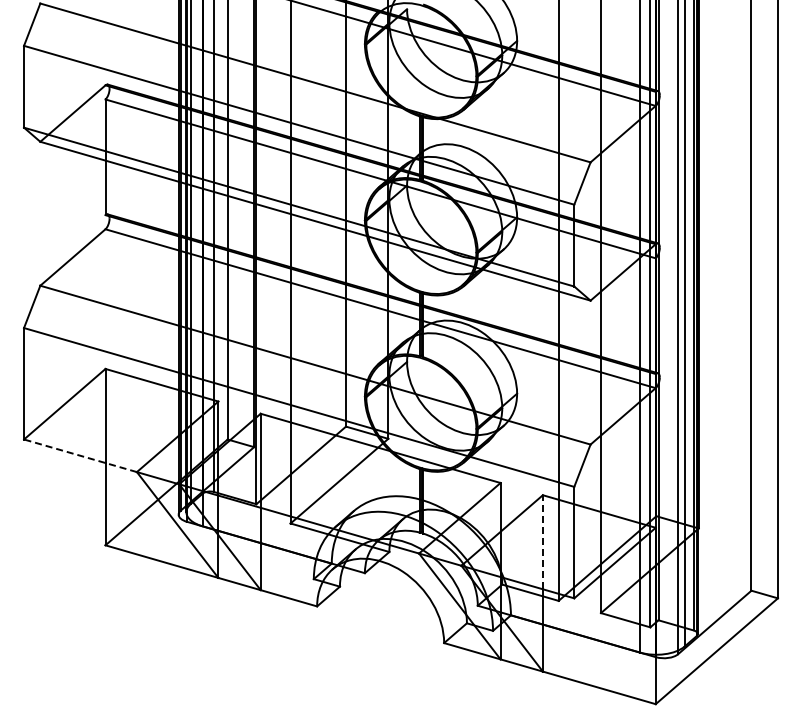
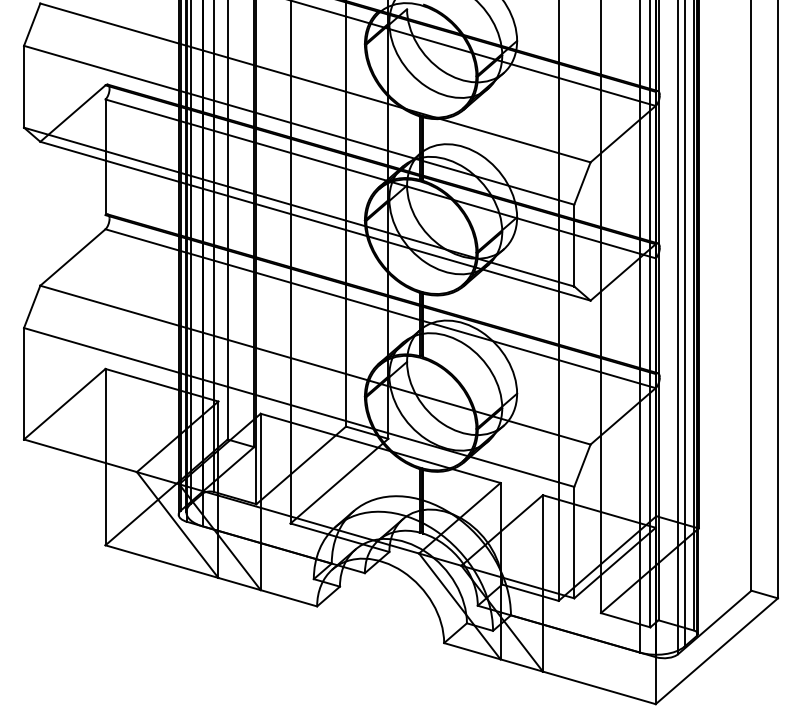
line at (80, 455): dashed -> solid
line at (542, 541): dashed -> solid
